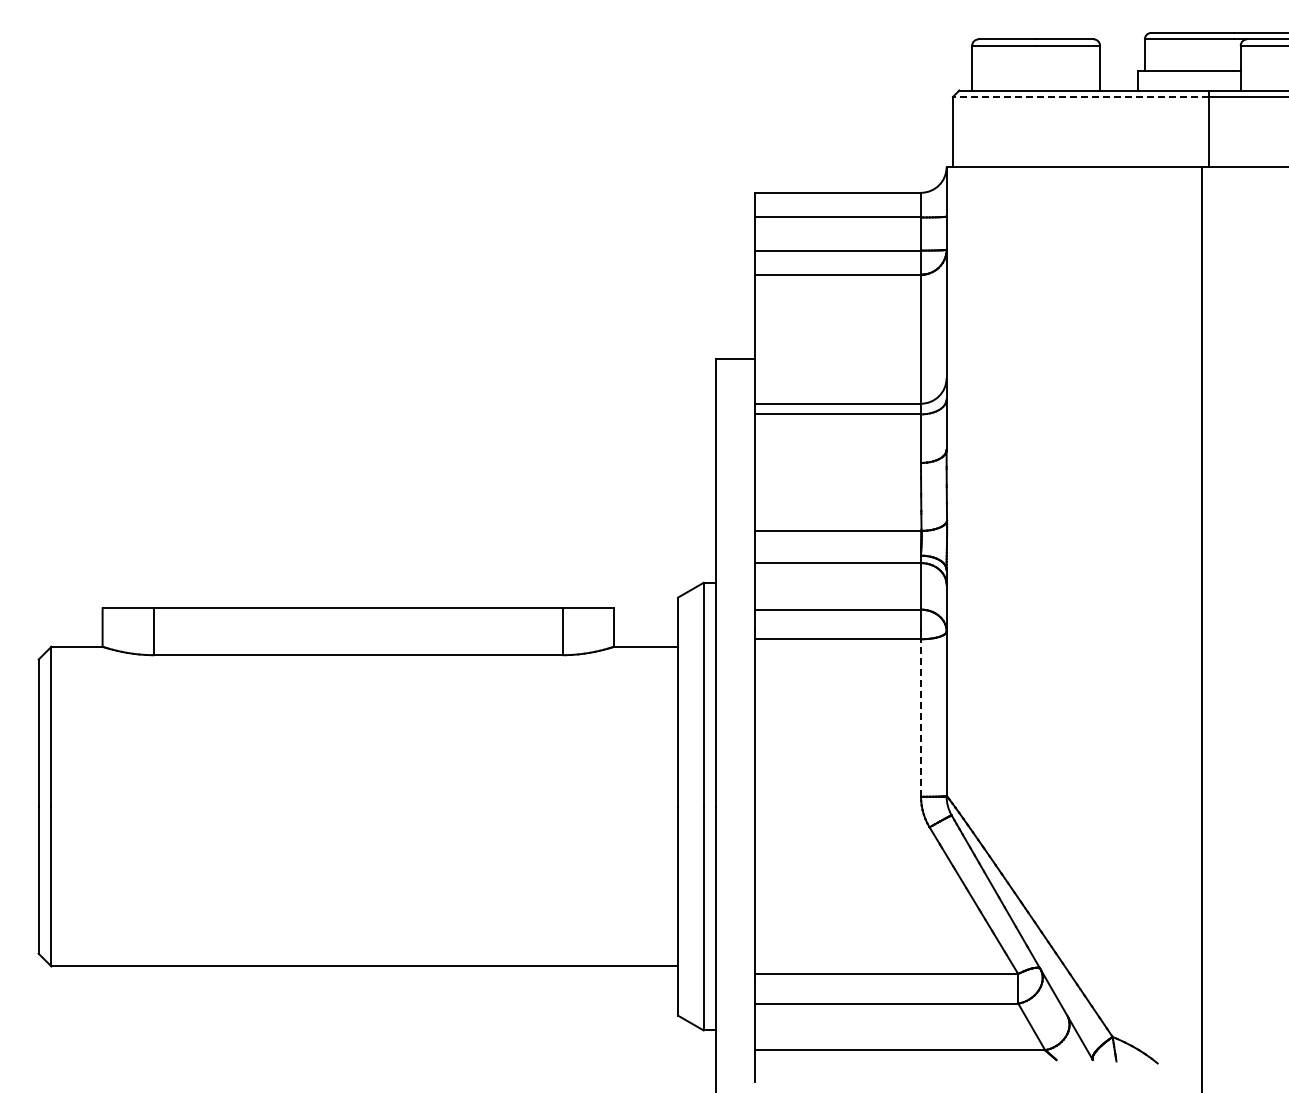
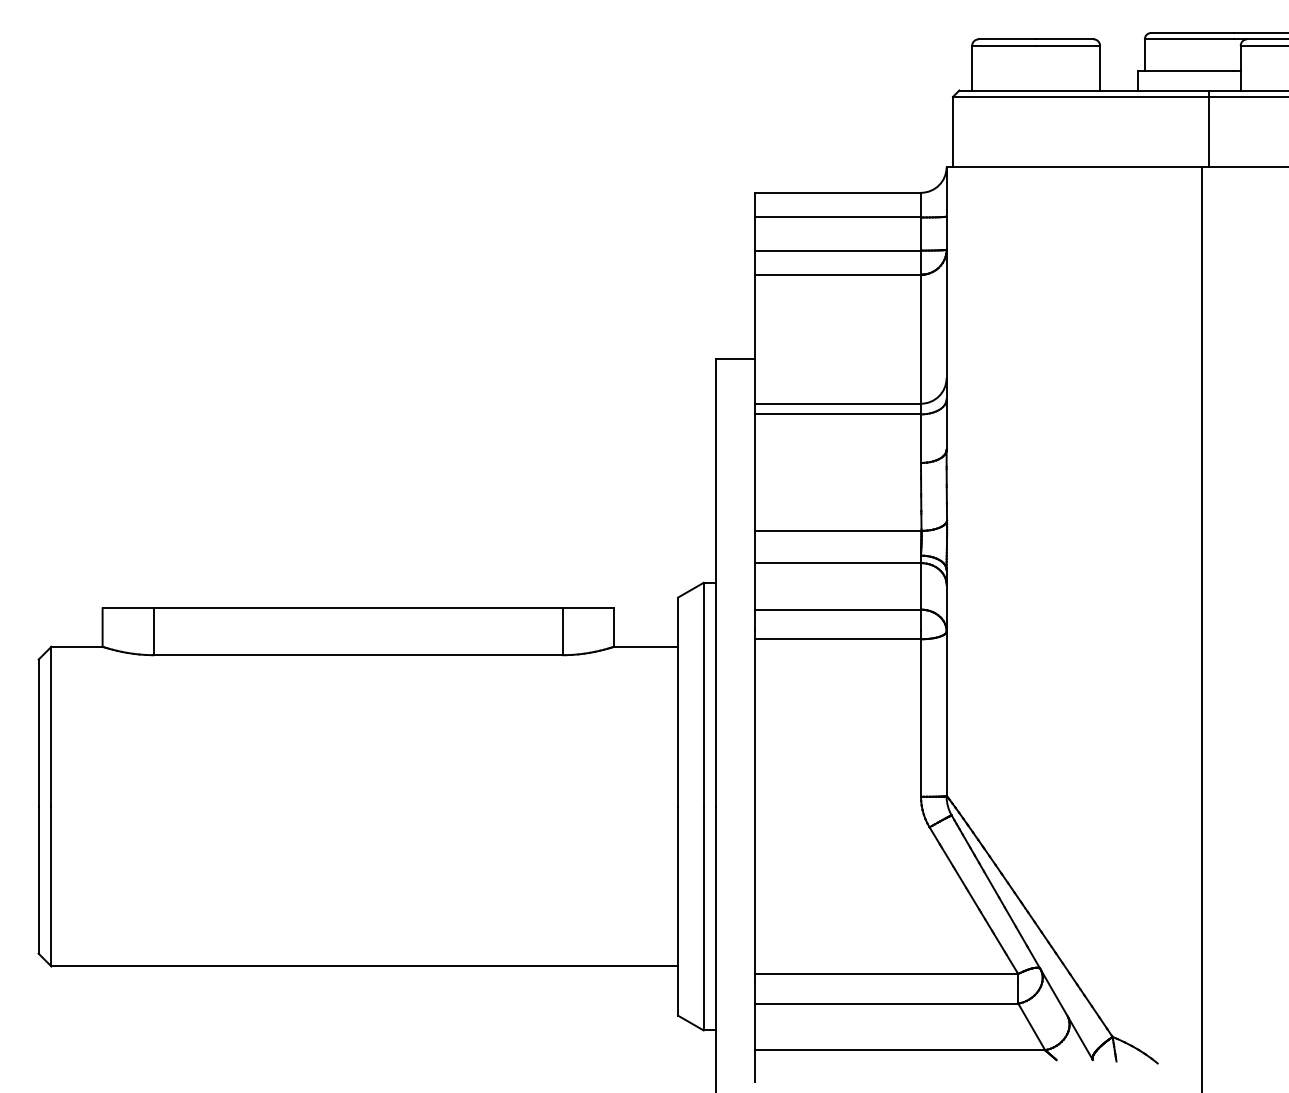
line at (1080, 96): dashed -> solid
line at (921, 718): dashed -> solid
